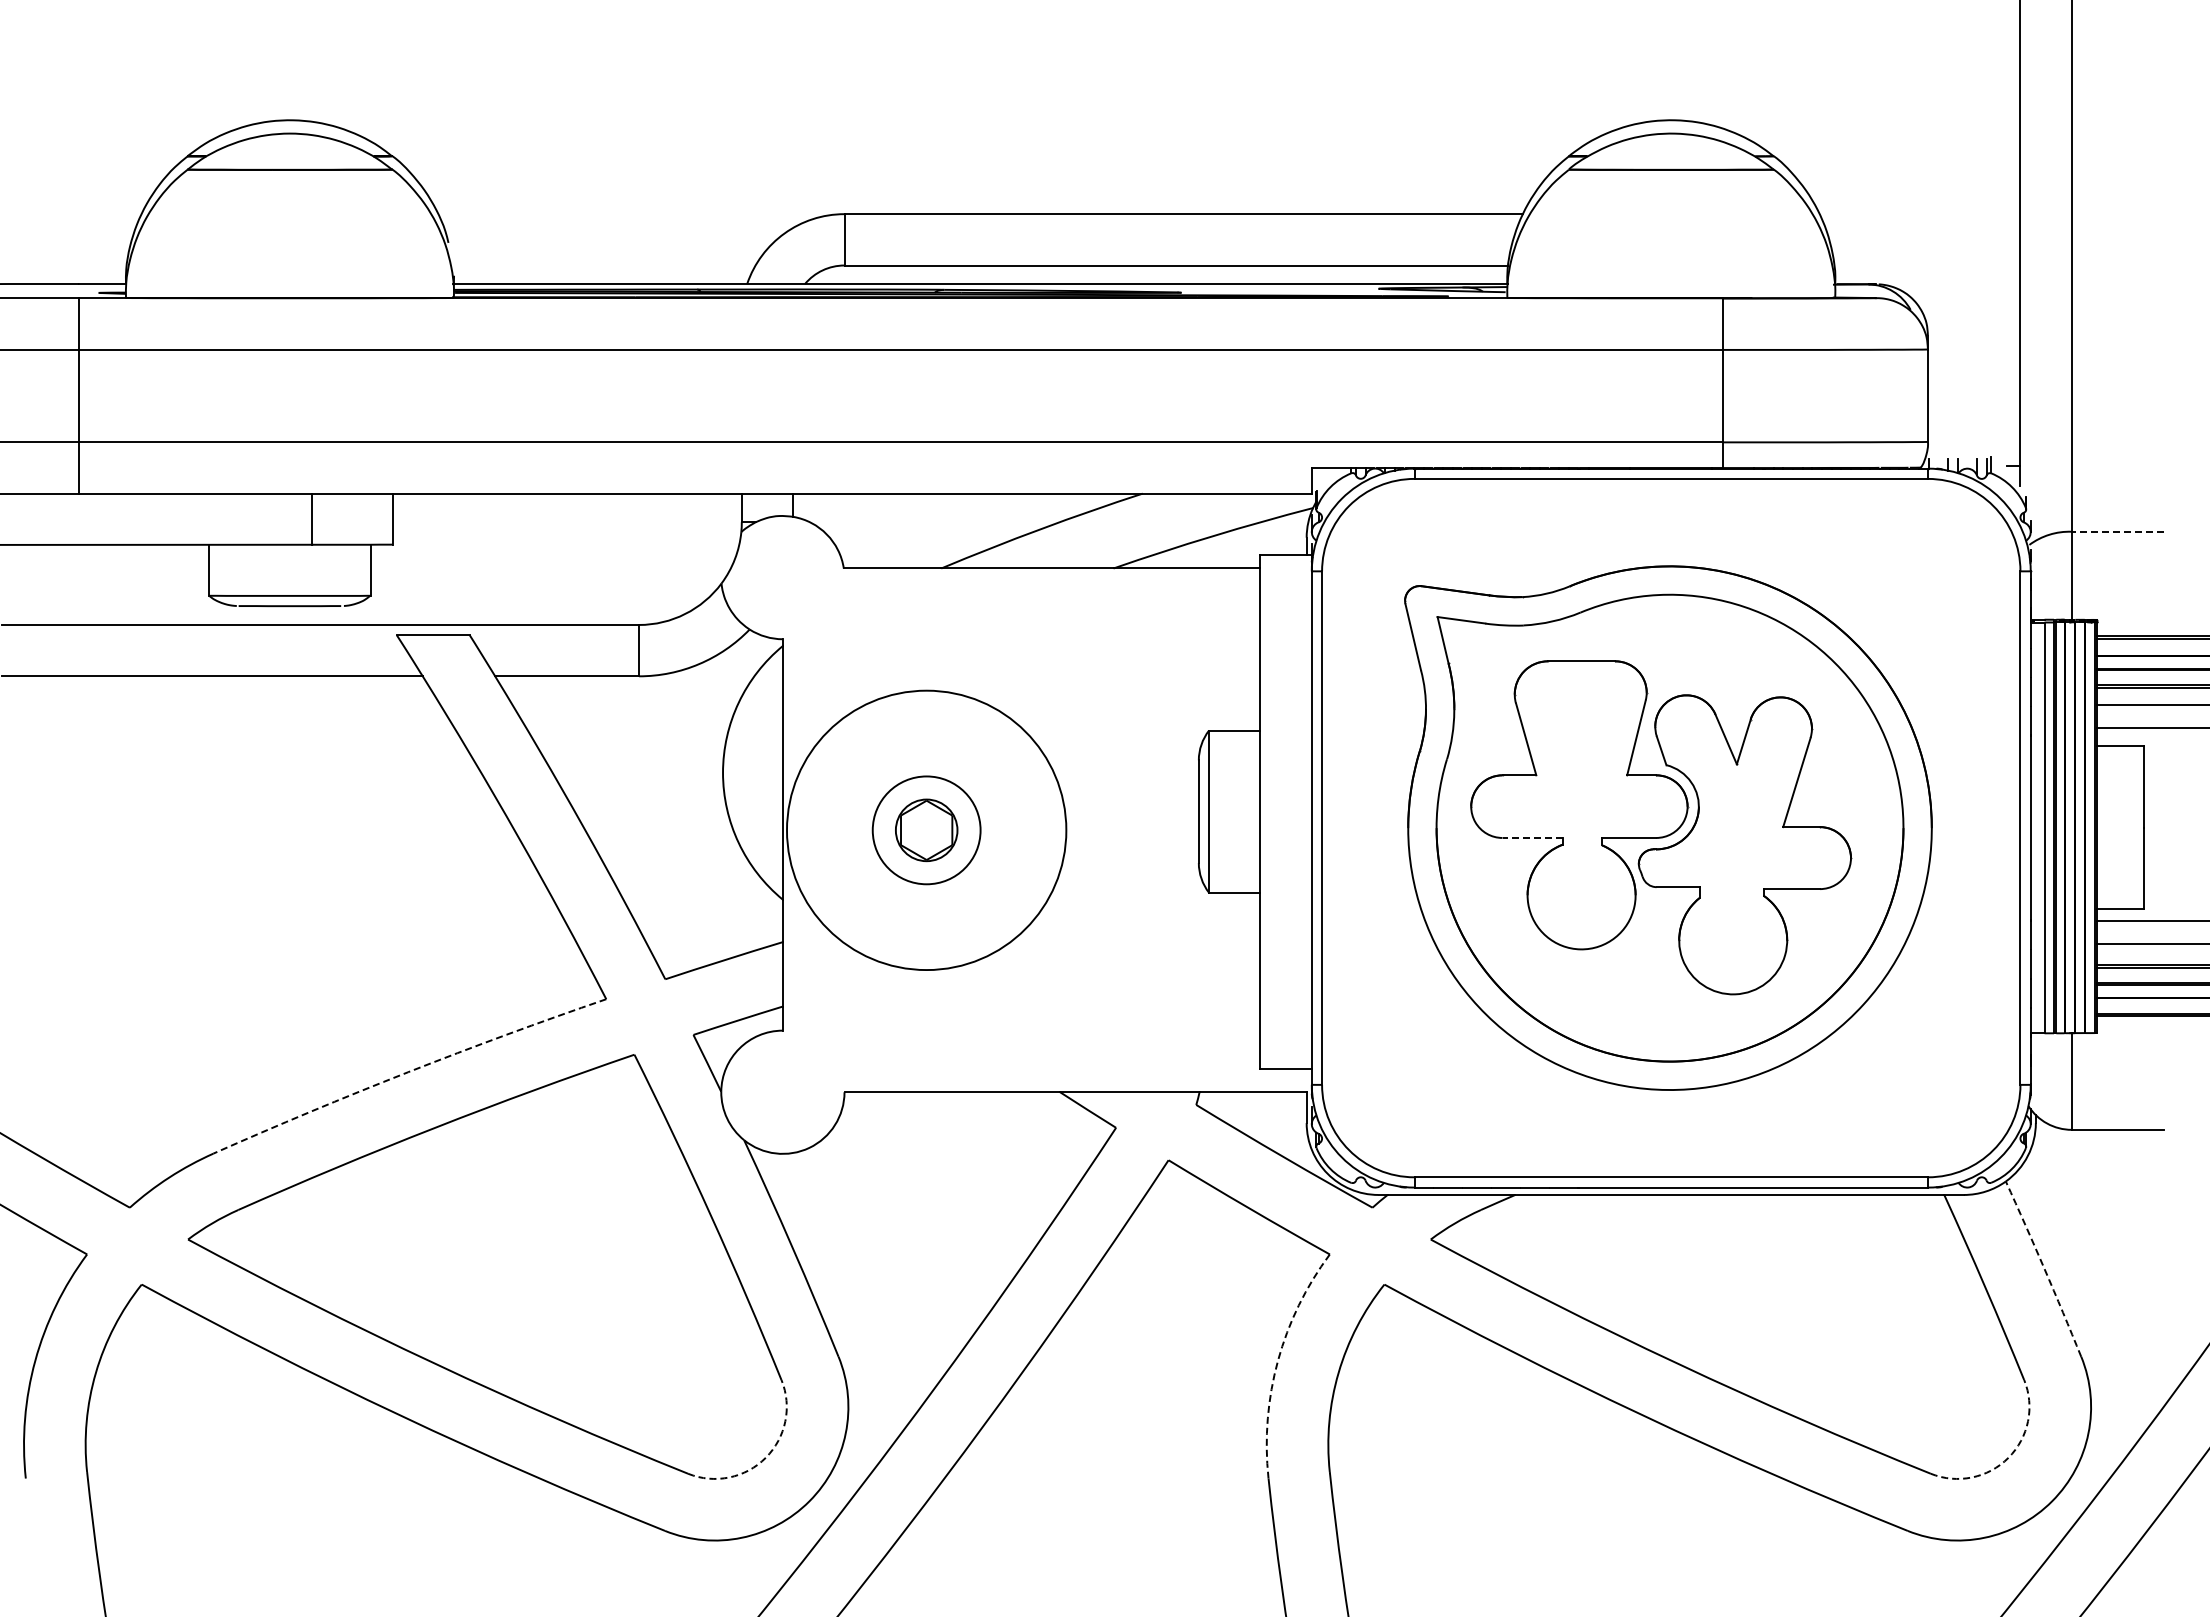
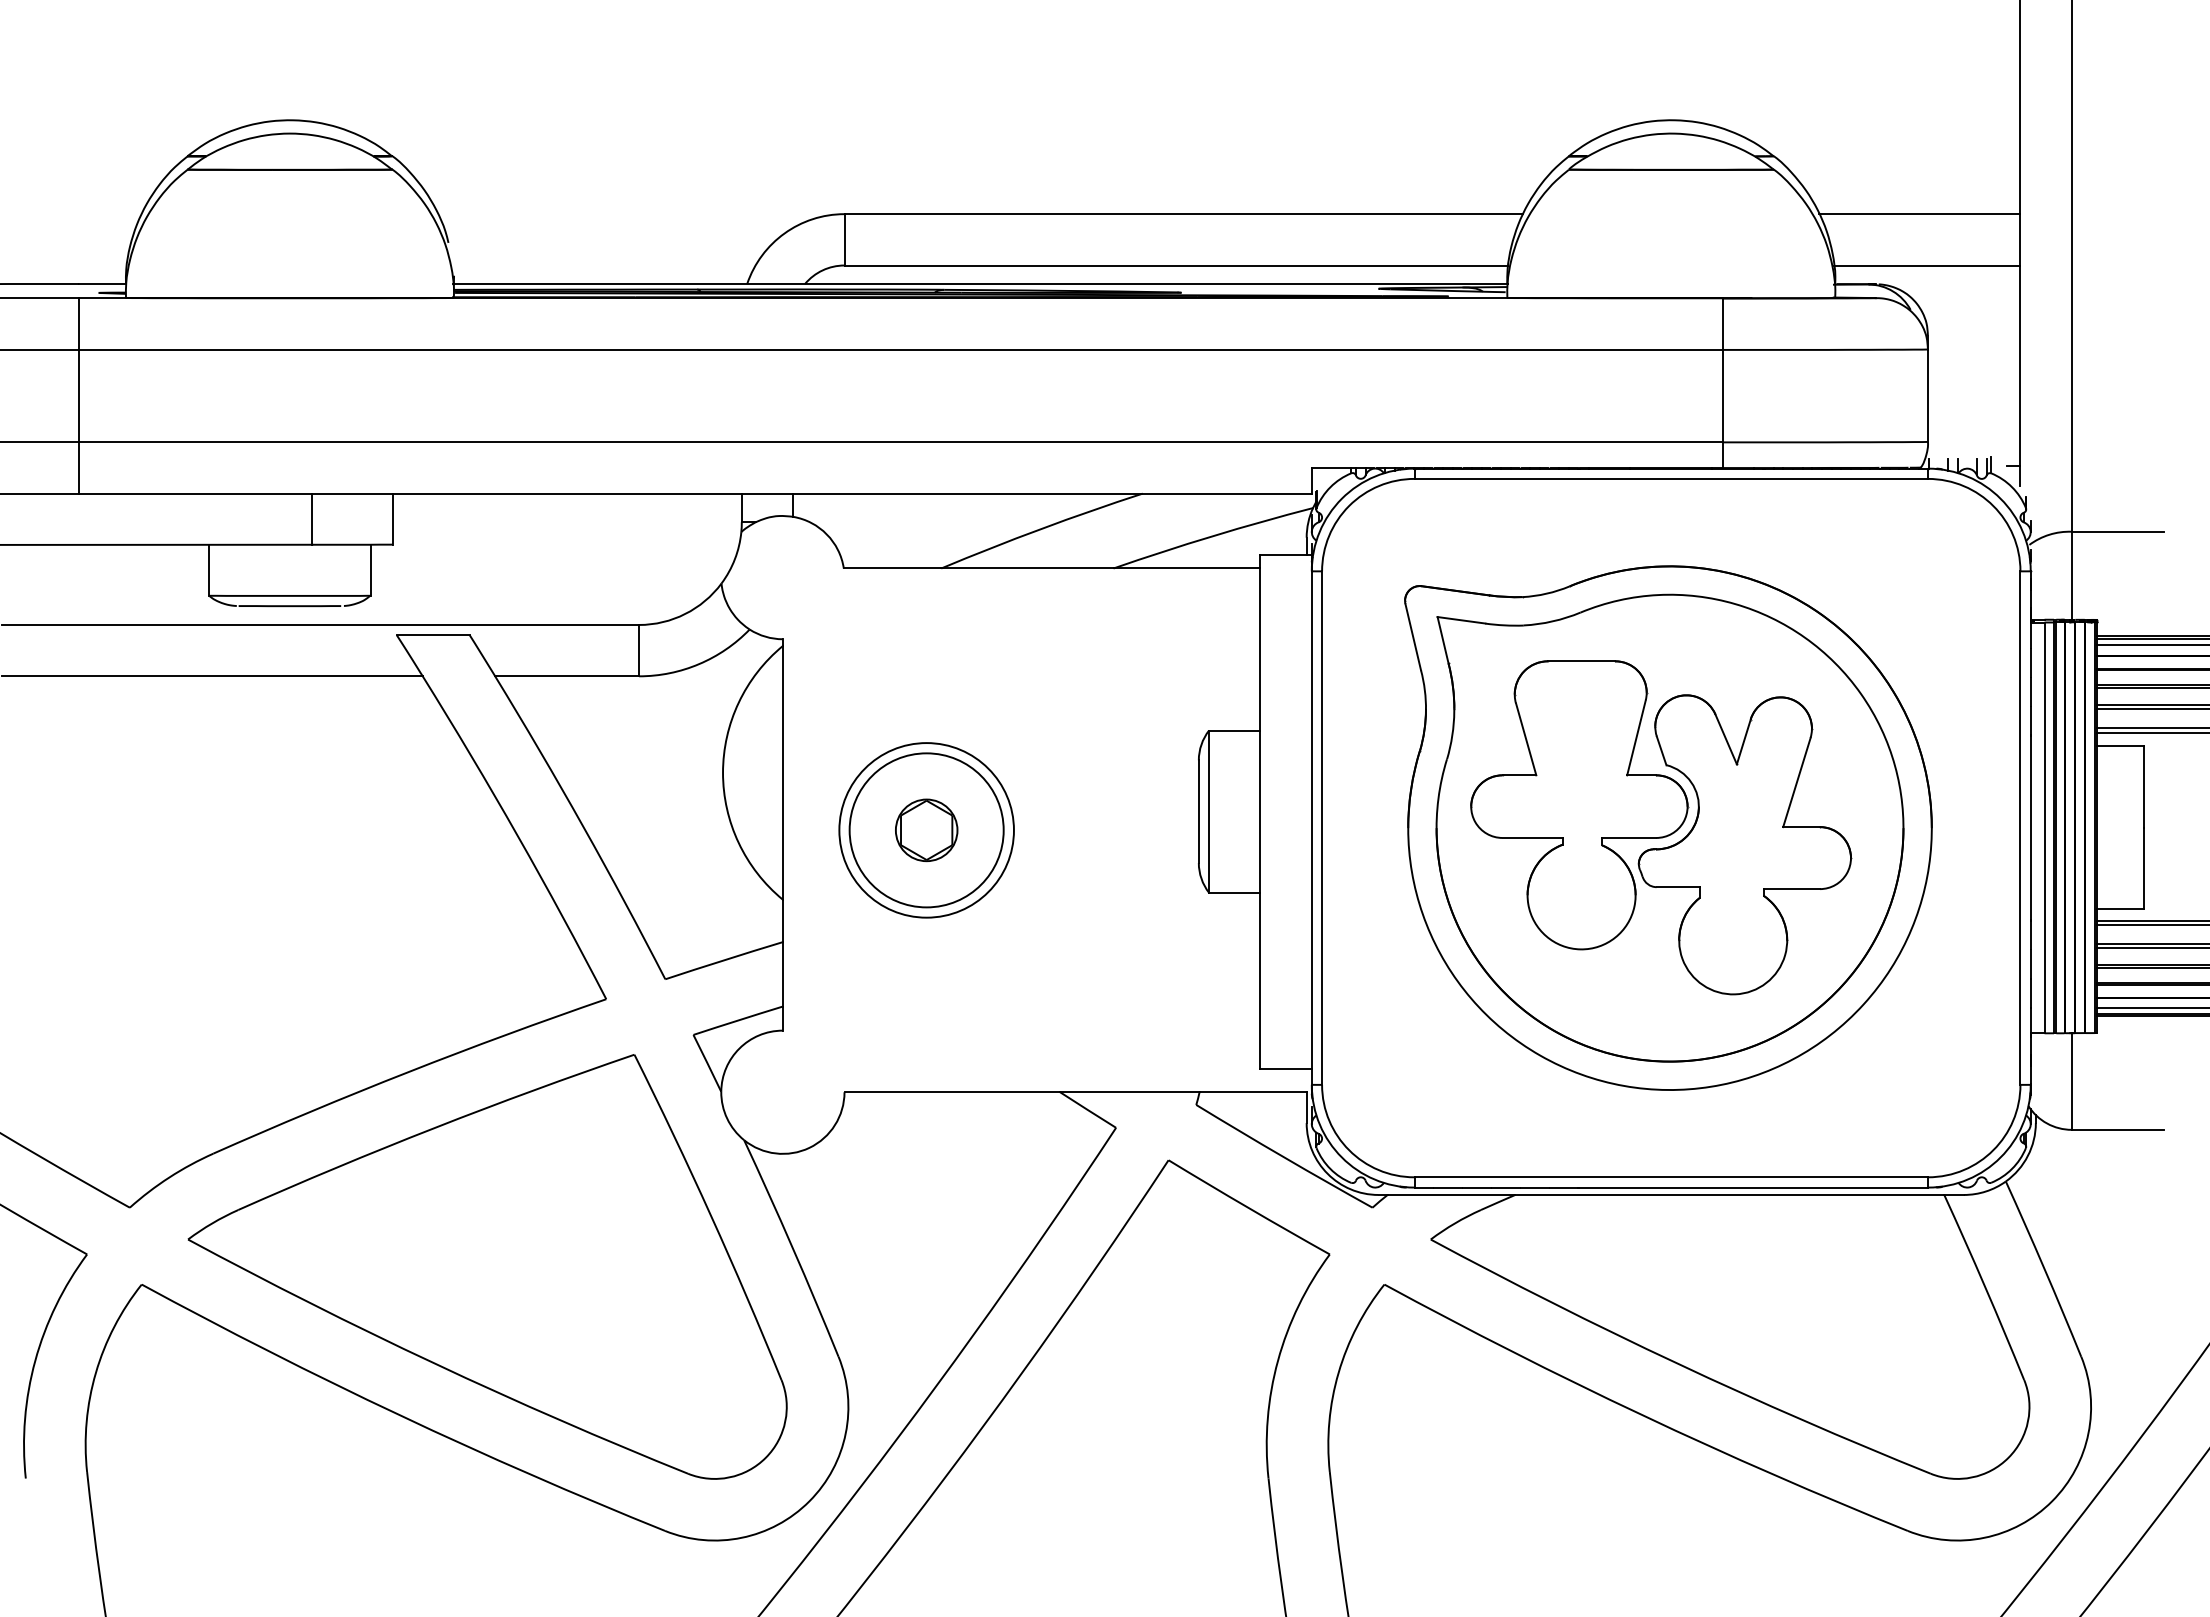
line at (1919, 214): none -> present
line at (1927, 265): none -> present
line at (2117, 531): dashed -> solid
line at (2151, 645): none -> present
line at (2151, 709): none -> present
line at (2151, 732): none -> present
circle at (926, 830) diameter: 108 px -> 154 px
circle at (926, 830) diameter: 279 px -> 175 px
line at (1532, 837): dashed -> solid
line at (2151, 925): none -> present
line at (2151, 948): none -> present
line at (2151, 1008): none -> present
arc at (408, 1072): dashed -> solid
arc at (2044, 1268): dashed -> solid
arc at (1278, 1360): dashed -> solid
arc at (765, 1457): dashed -> solid
arc at (2008, 1457): dashed -> solid
